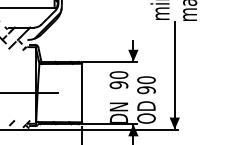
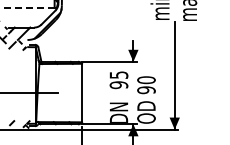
line at (27, 7): solid -> dashed
text at (118, 74): 90 -> 95
